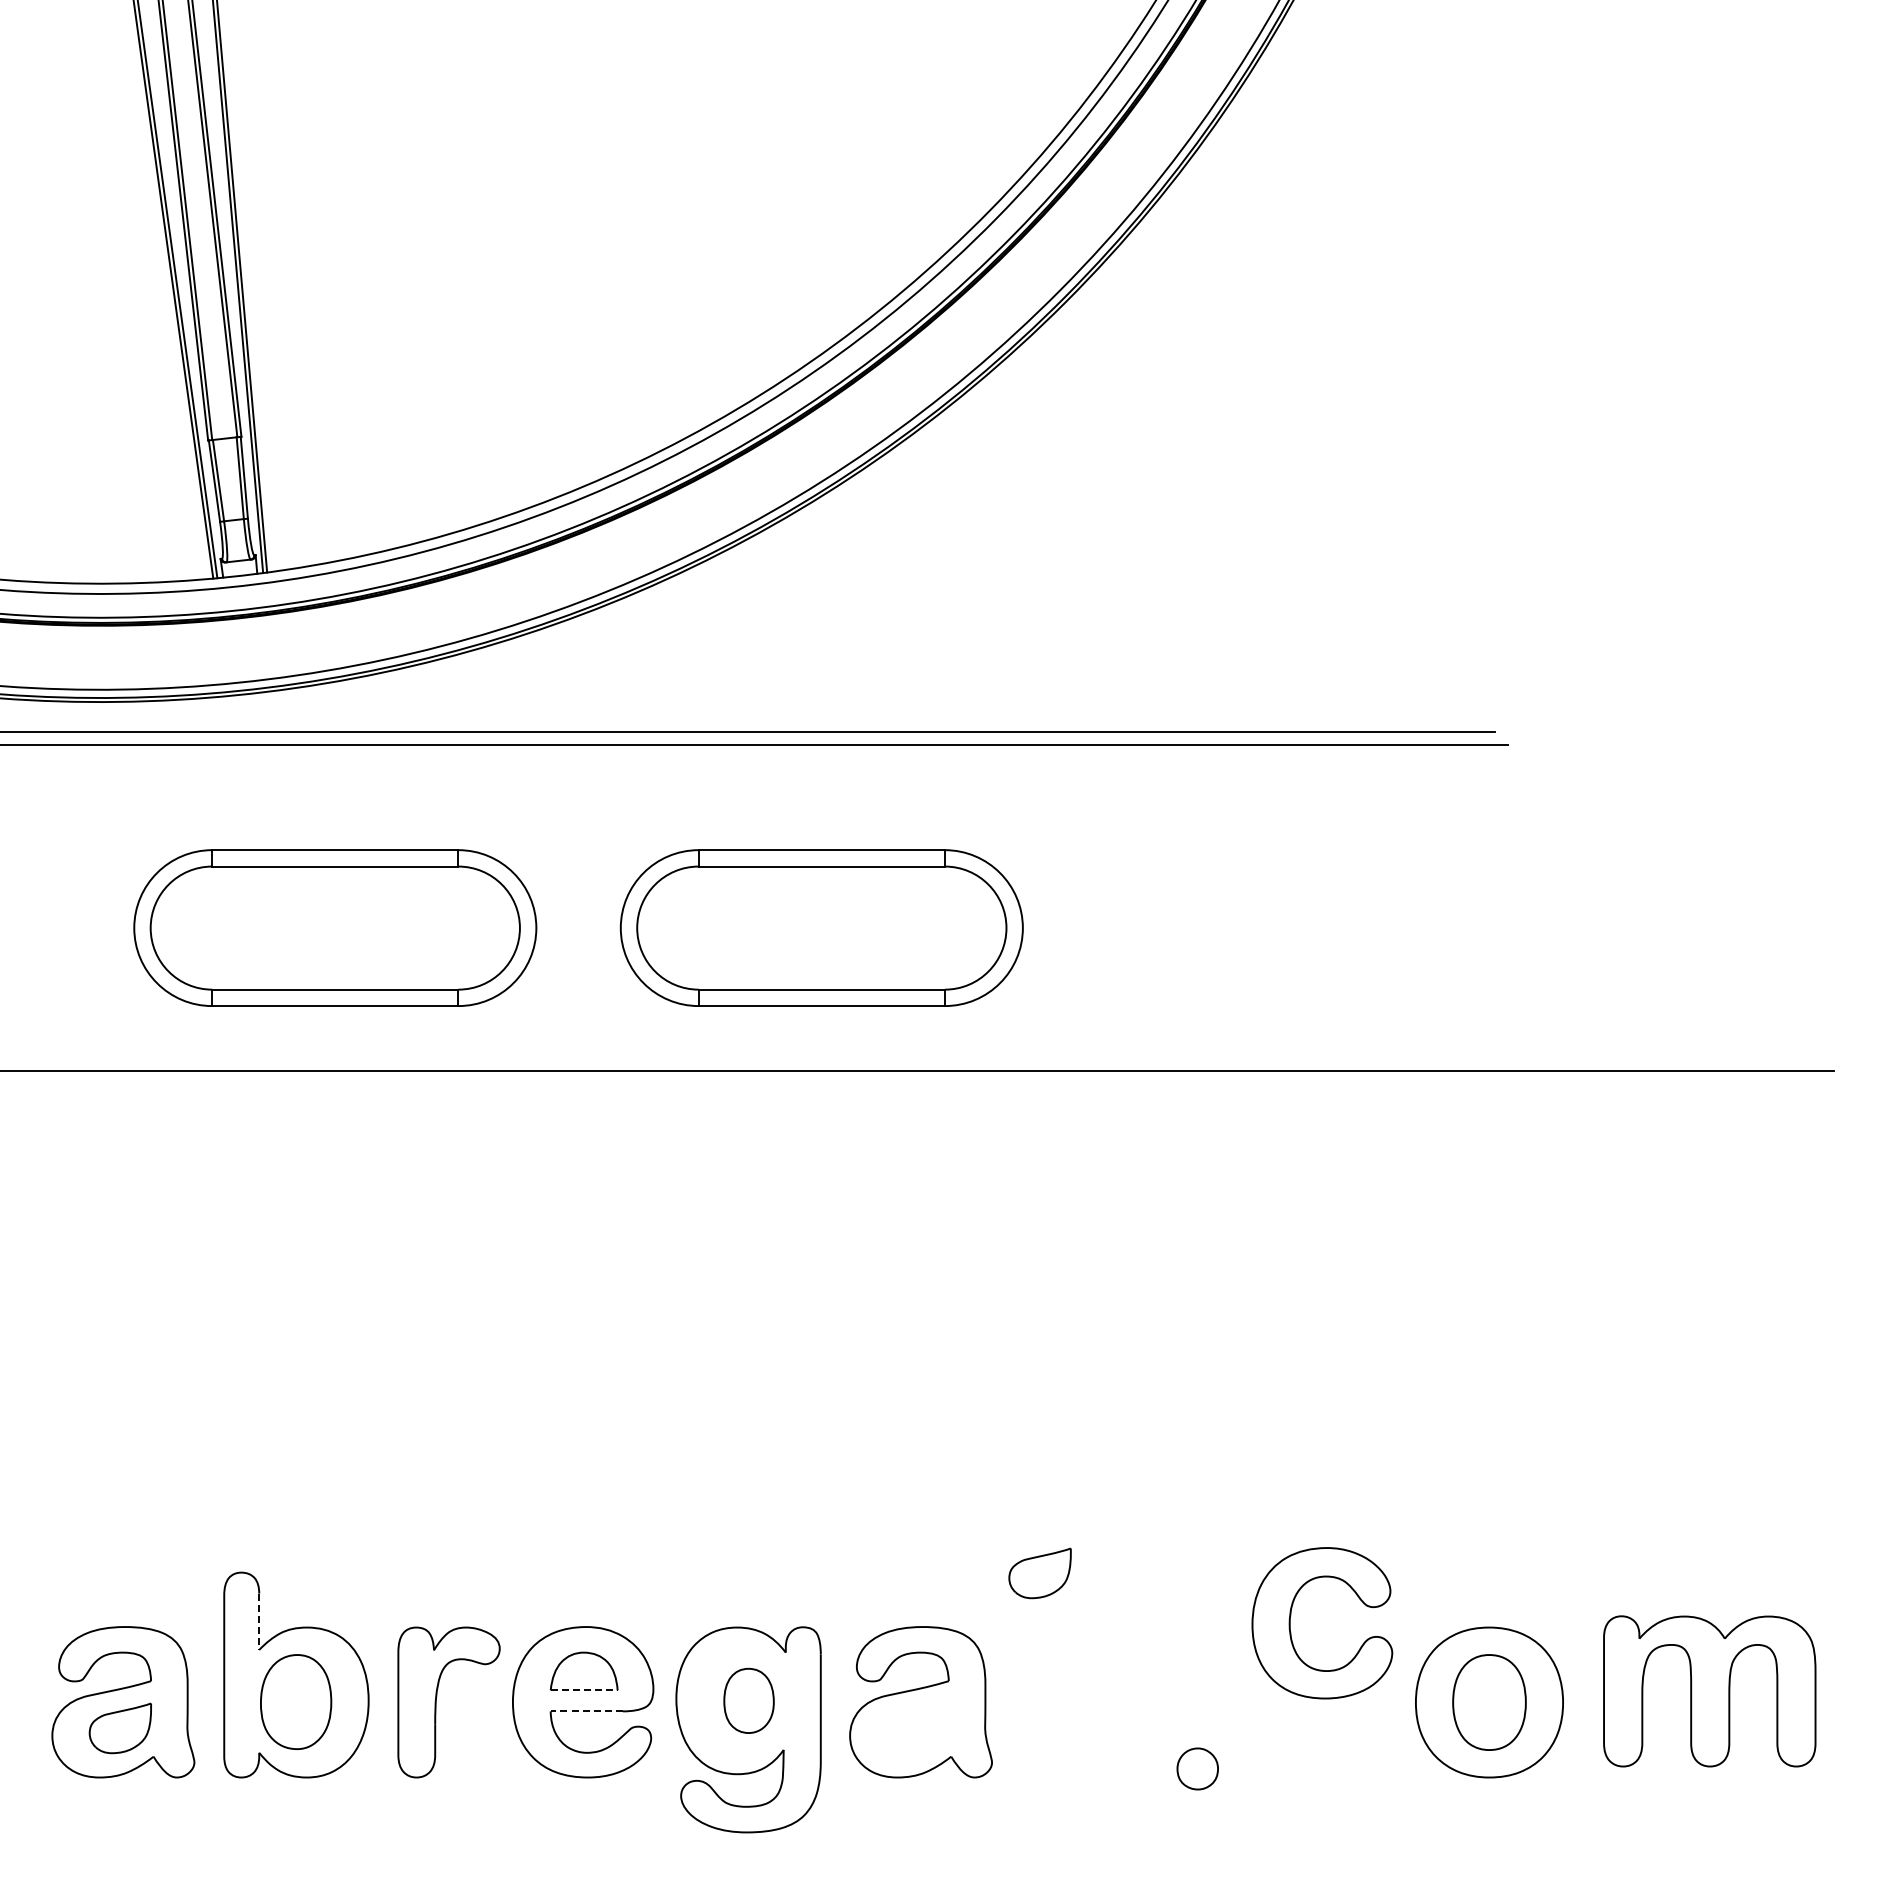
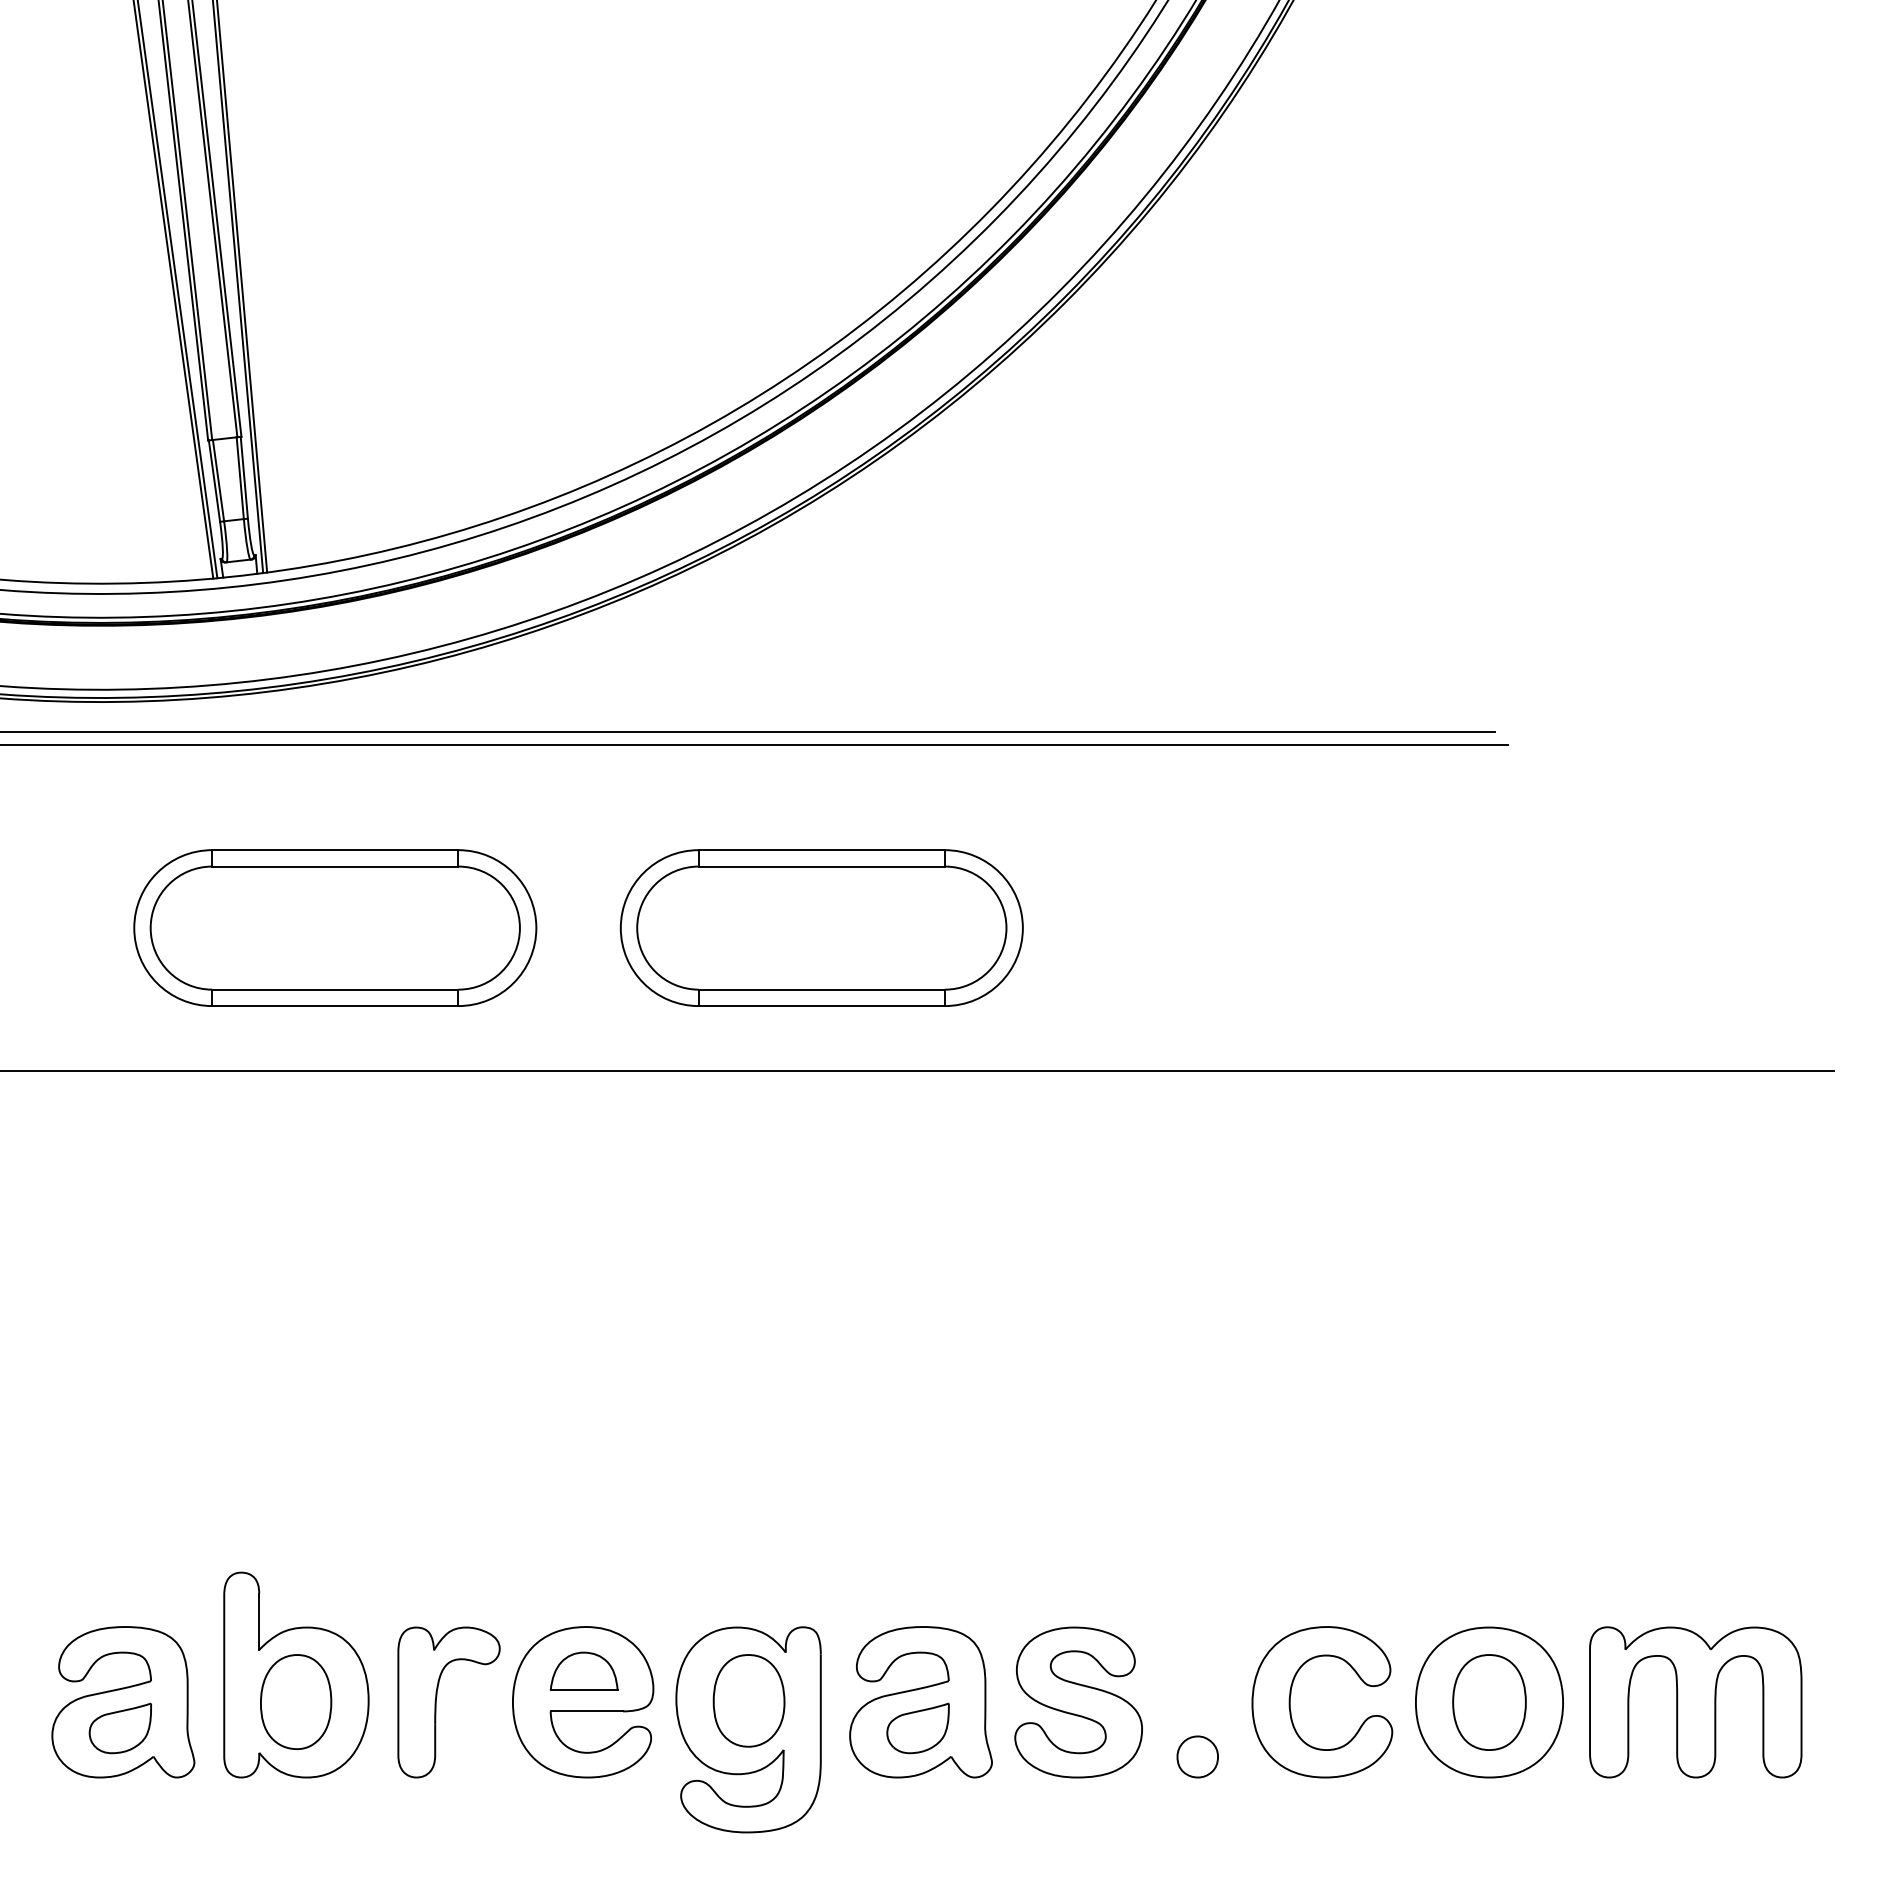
part at (1039, 1573) position: (1039, 1573) -> (917, 1728)
line at (259, 1622): dashed -> solid
part at (1290, 1623) position: (1290, 1623) -> (1290, 1702)
line at (584, 1690): dashed -> solid
part at (1709, 1691) position: (1709, 1691) -> (1695, 1702)
part at (748, 1700) size: 52x67 px -> 74x94 px
part at (1078, 1702): none -> present
line at (586, 1711): dashed -> solid
part at (1197, 1768) position: (1197, 1768) -> (1197, 1756)
